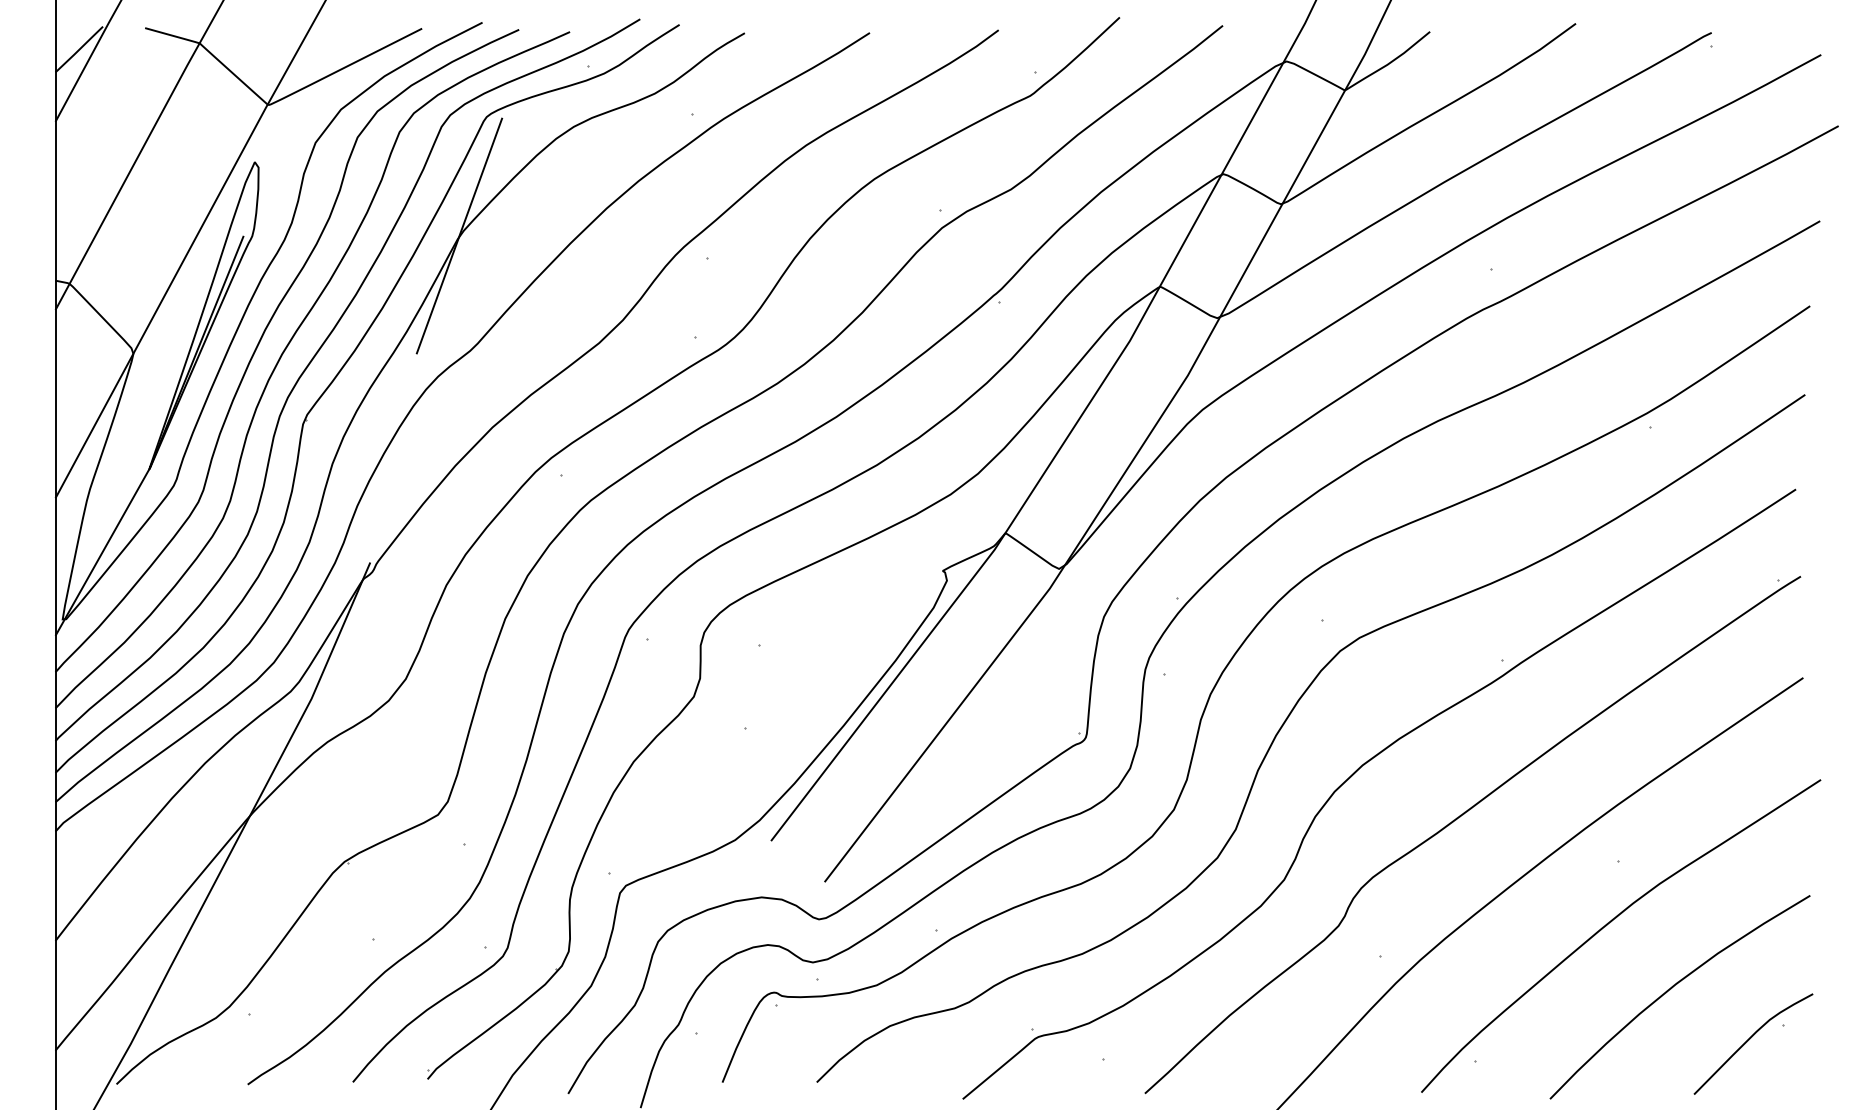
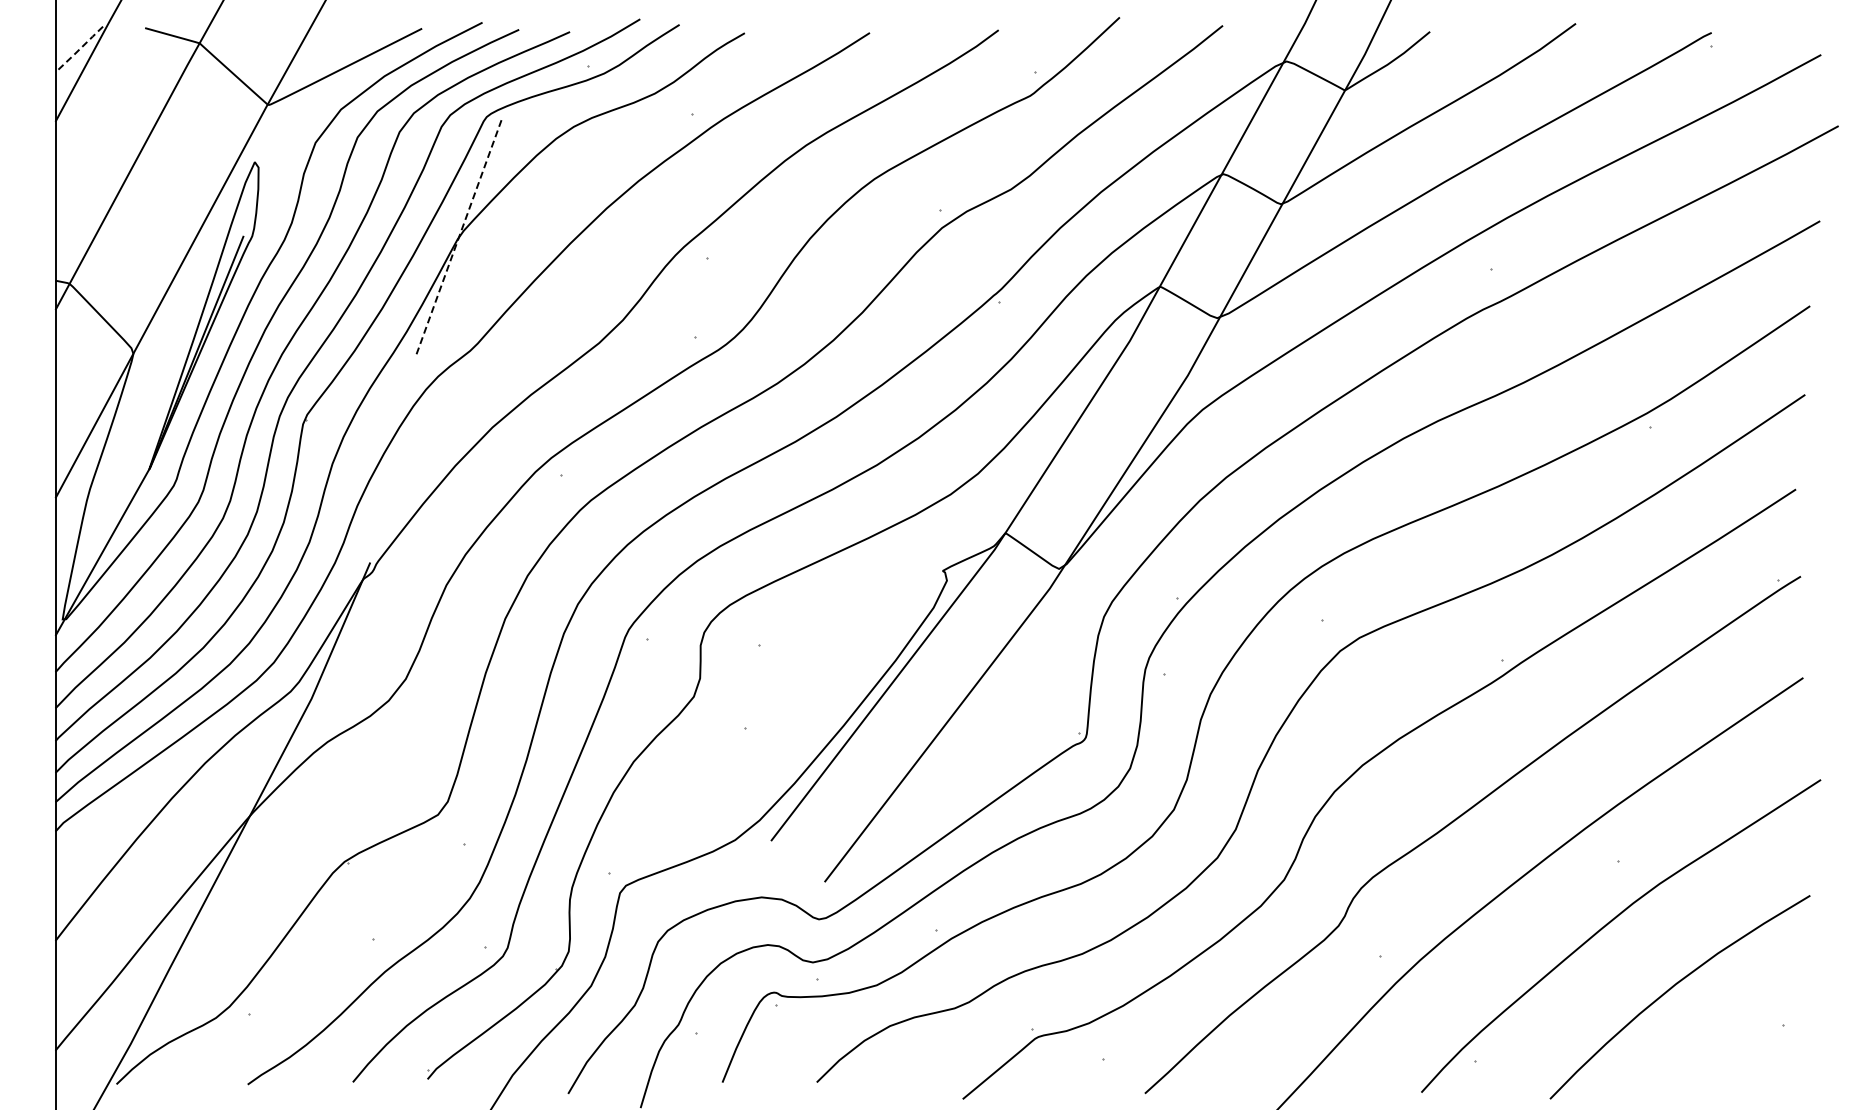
line at (79, 49): solid -> dashed
line at (459, 236): solid -> dashed
curve at (1750, 1039): present -> none
